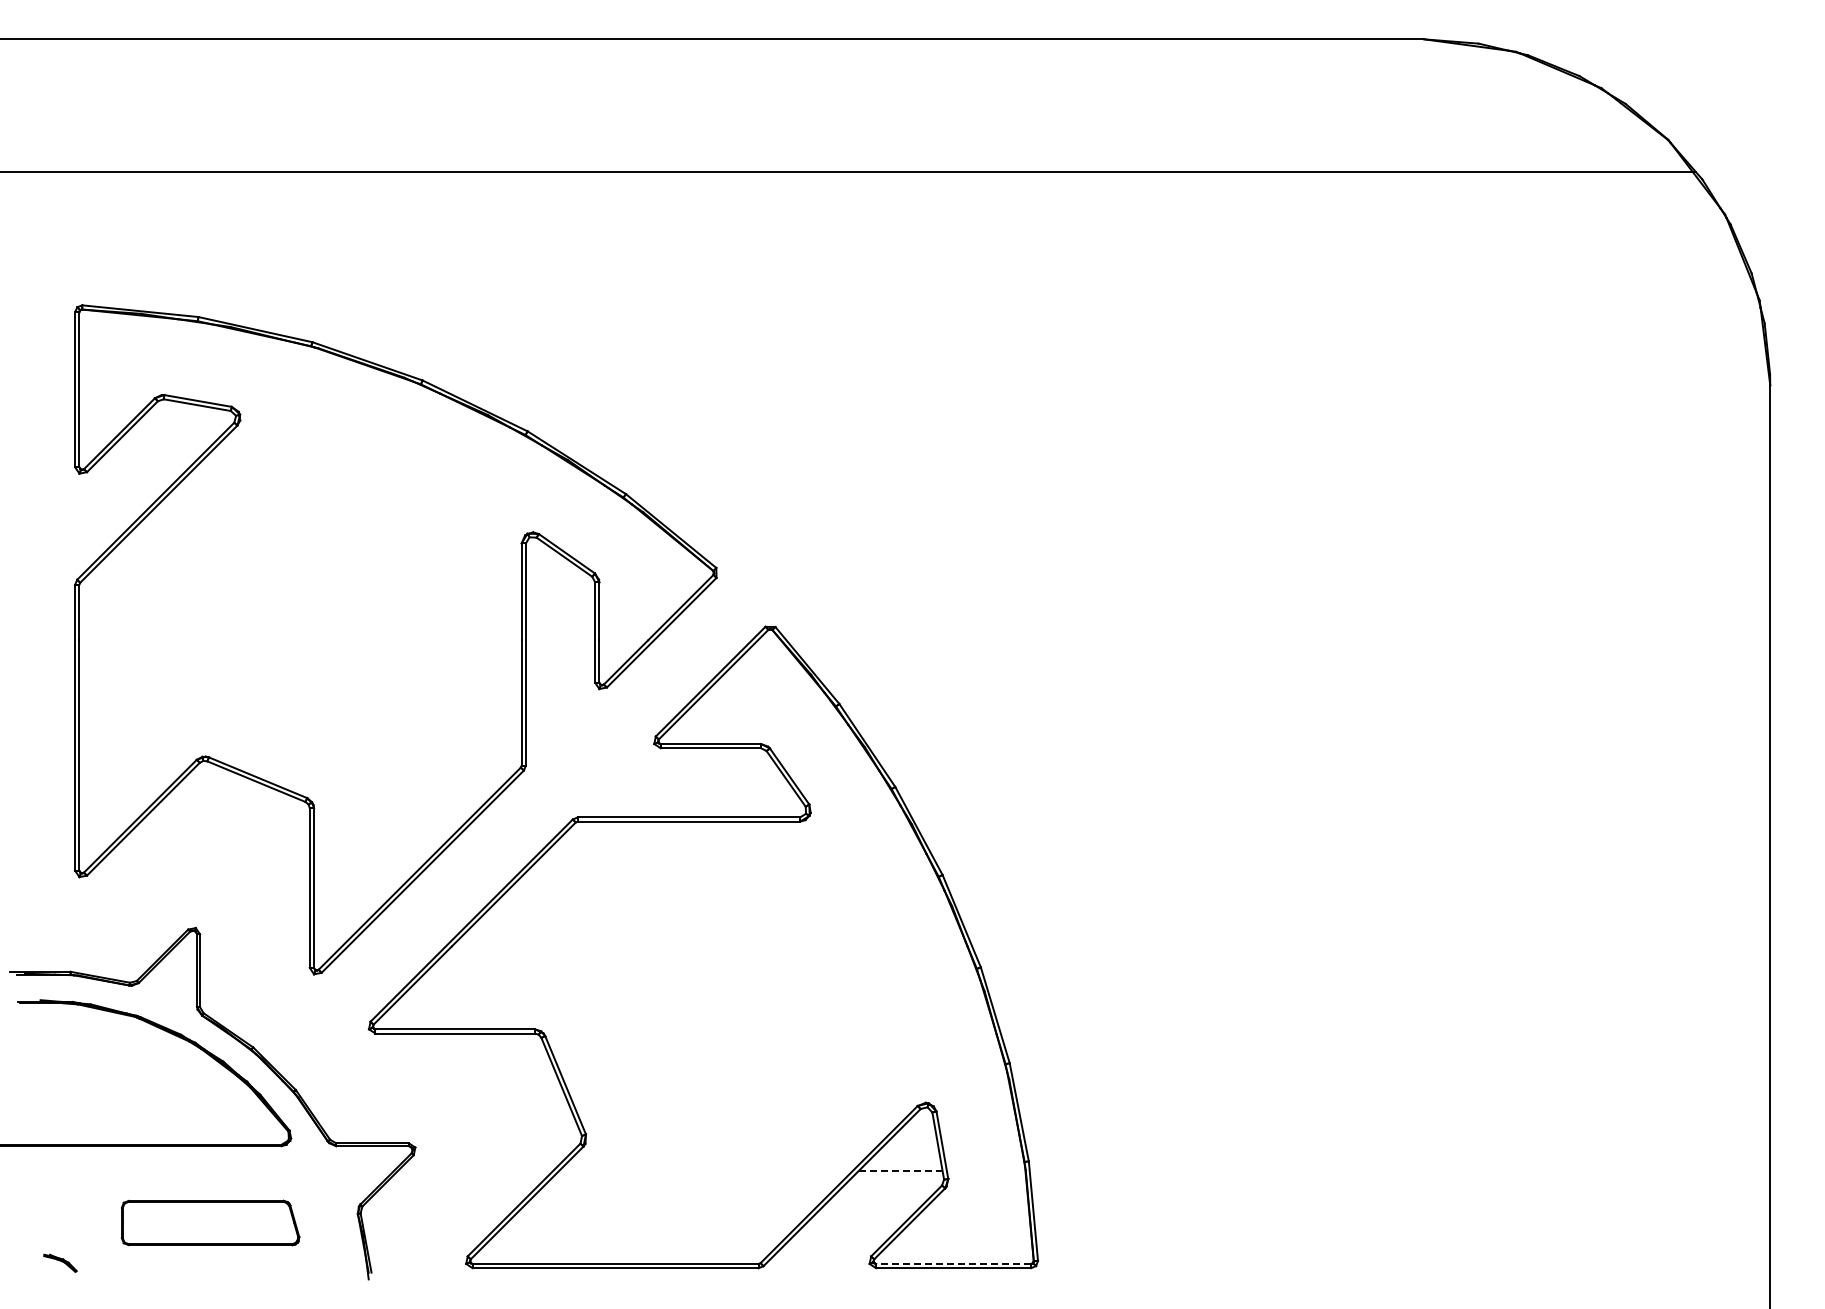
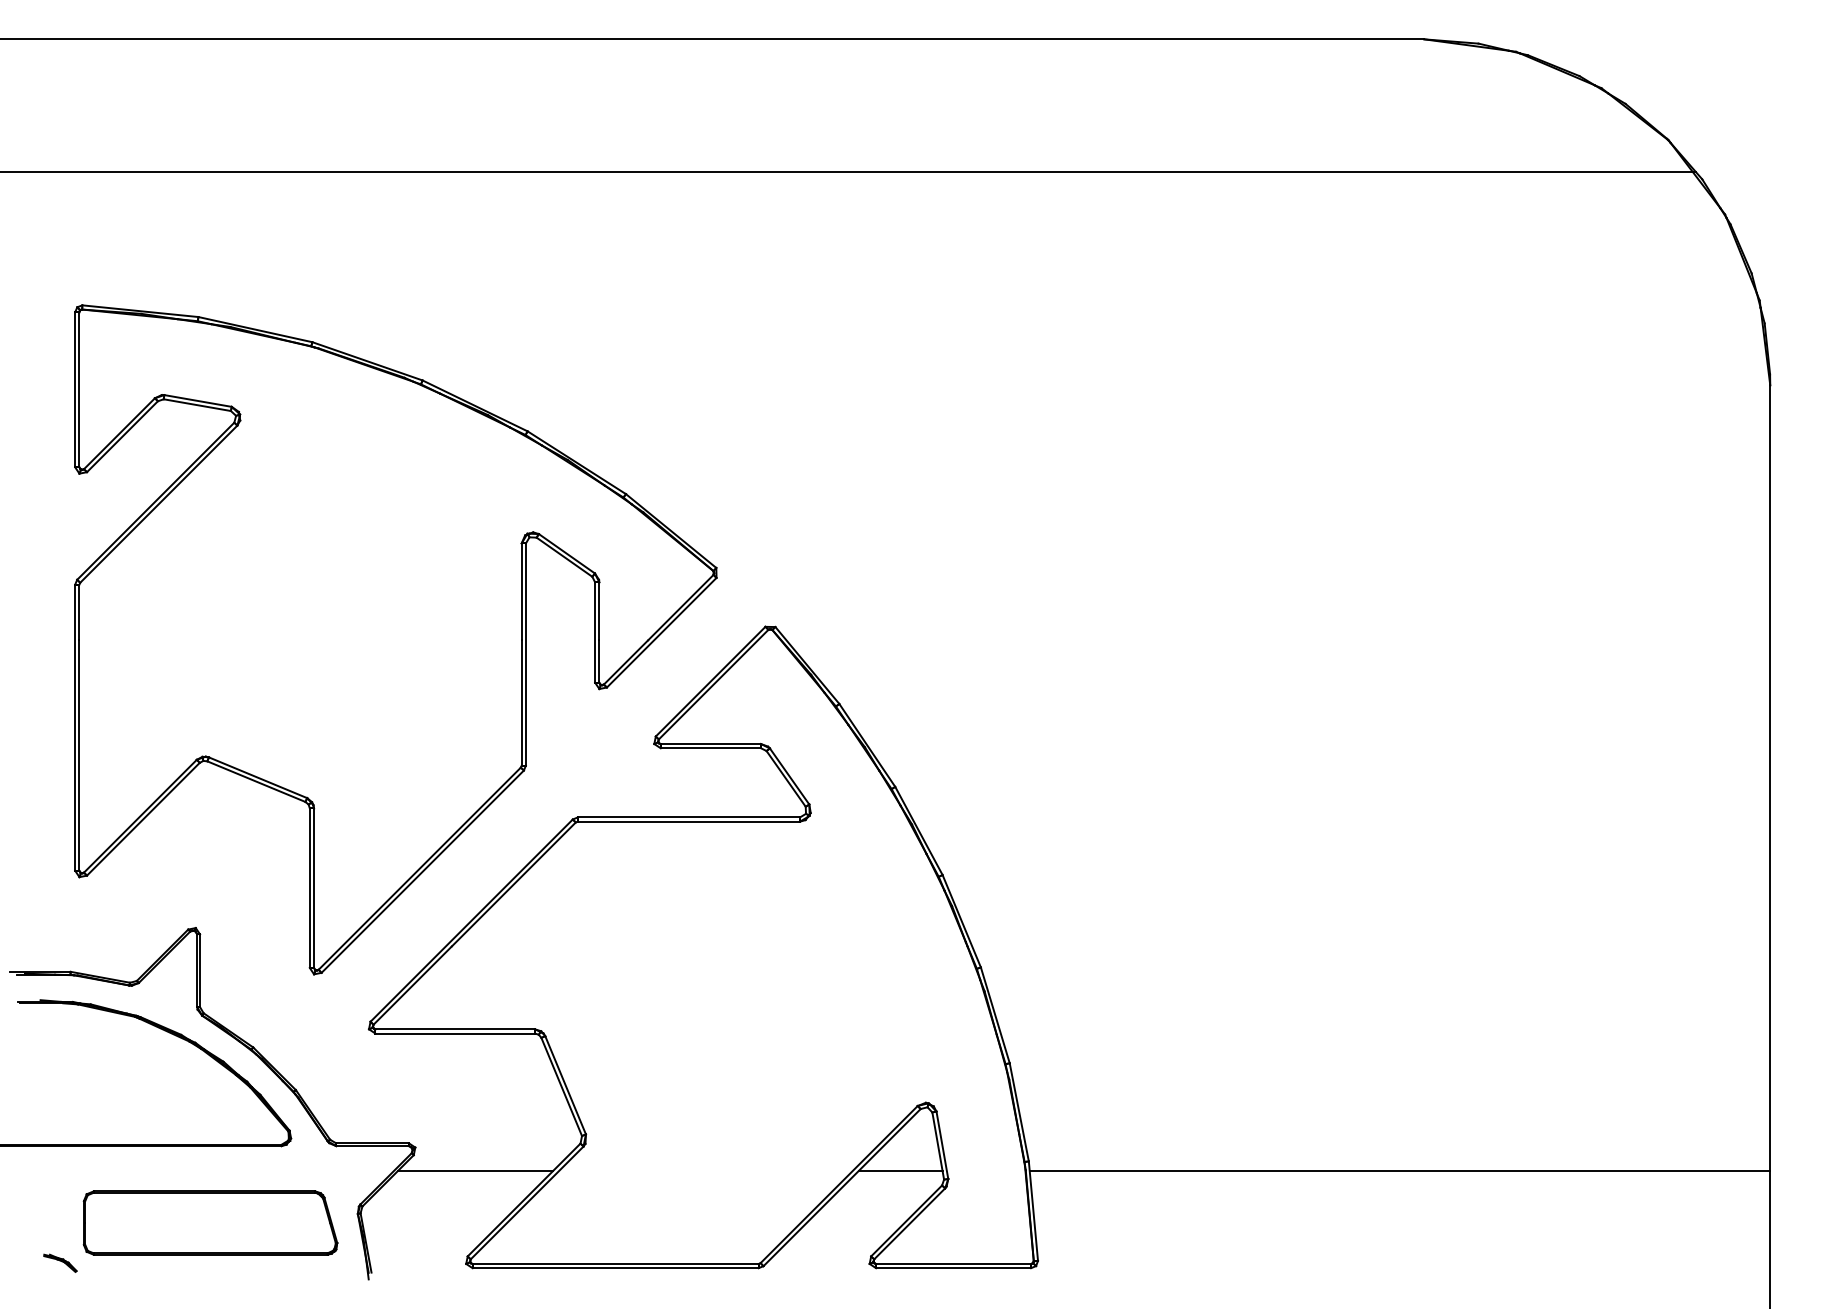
line at (475, 1170): none -> present
line at (900, 1170): dashed -> solid
line at (1399, 1170): none -> present
part at (210, 1222) size: 181x48 px -> 257x66 px
line at (953, 1263): dashed -> solid
